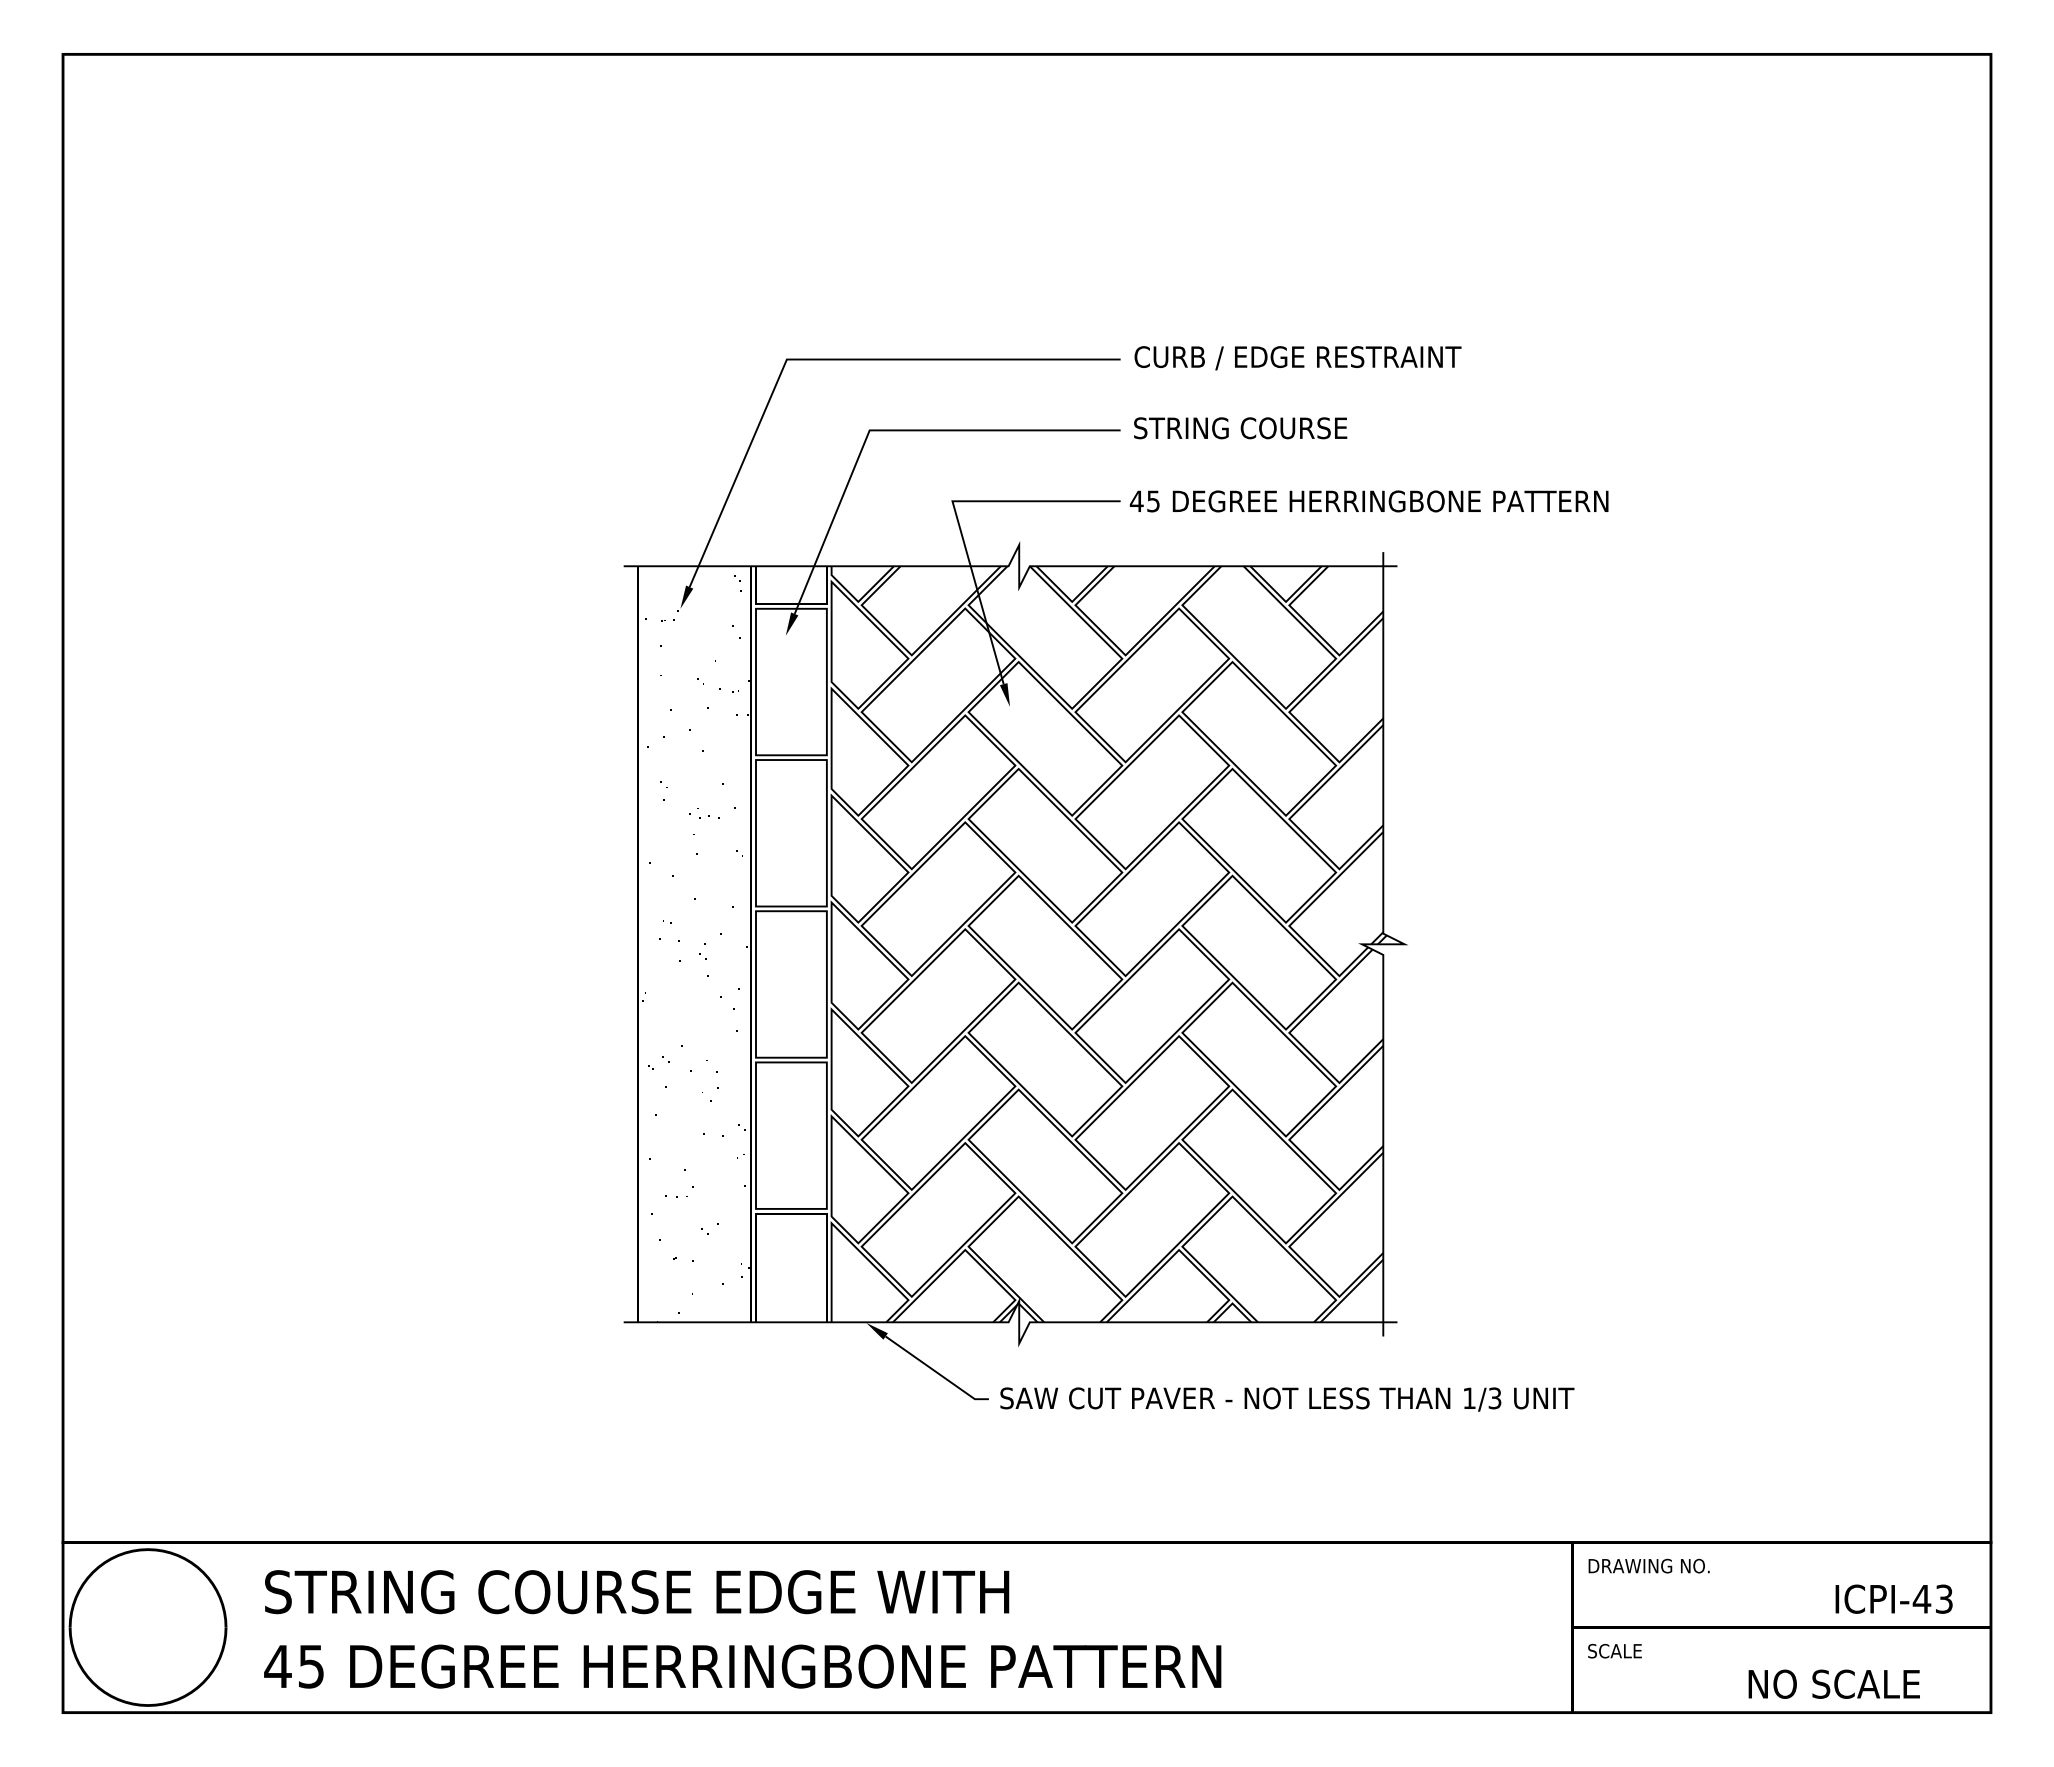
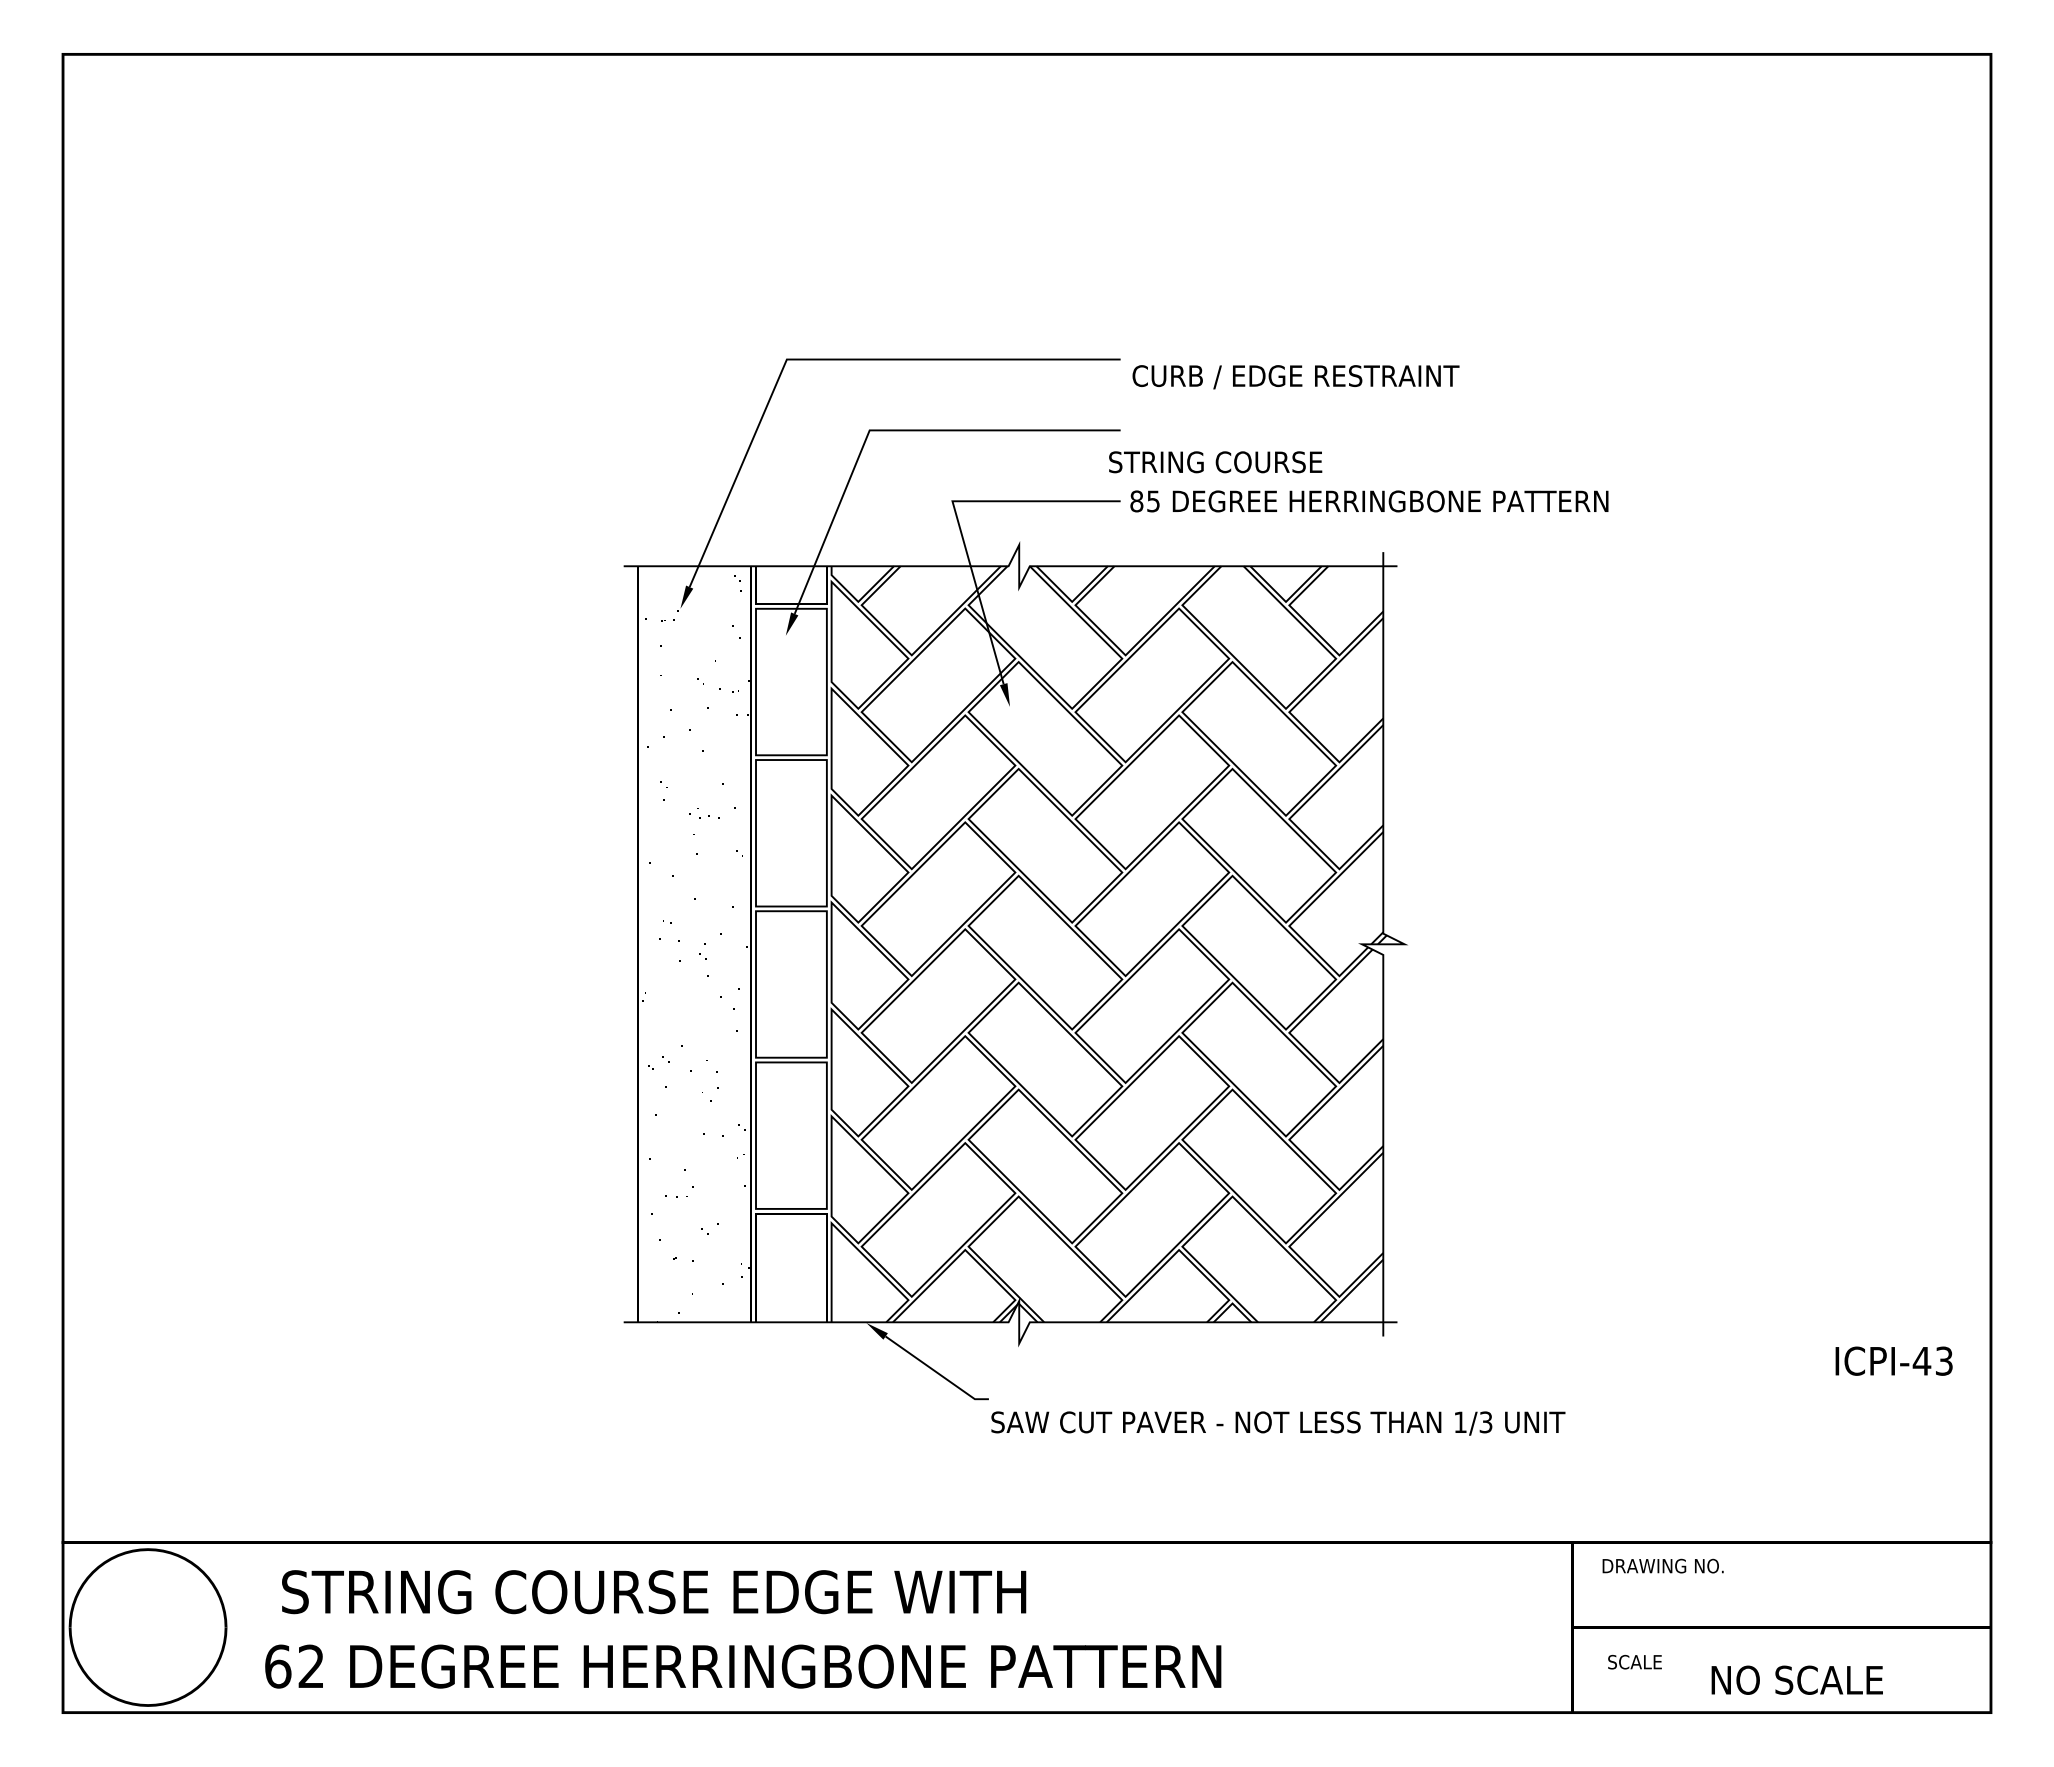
text at (1297, 358) position: (1297, 358) -> (1295, 377)
text at (1240, 428) position: (1240, 428) -> (1215, 462)
text at (1136, 501): 45 -> 85
text at (1287, 1399) position: (1287, 1399) -> (1278, 1423)
text at (1648, 1565) position: (1648, 1565) -> (1662, 1565)
text at (637, 1592) position: (637, 1592) -> (654, 1592)
text at (1893, 1598) position: (1893, 1598) -> (1893, 1360)
text at (1614, 1650) position: (1614, 1650) -> (1634, 1661)
text at (293, 1666): 45 -> 62
text at (1833, 1683) position: (1833, 1683) -> (1796, 1679)
